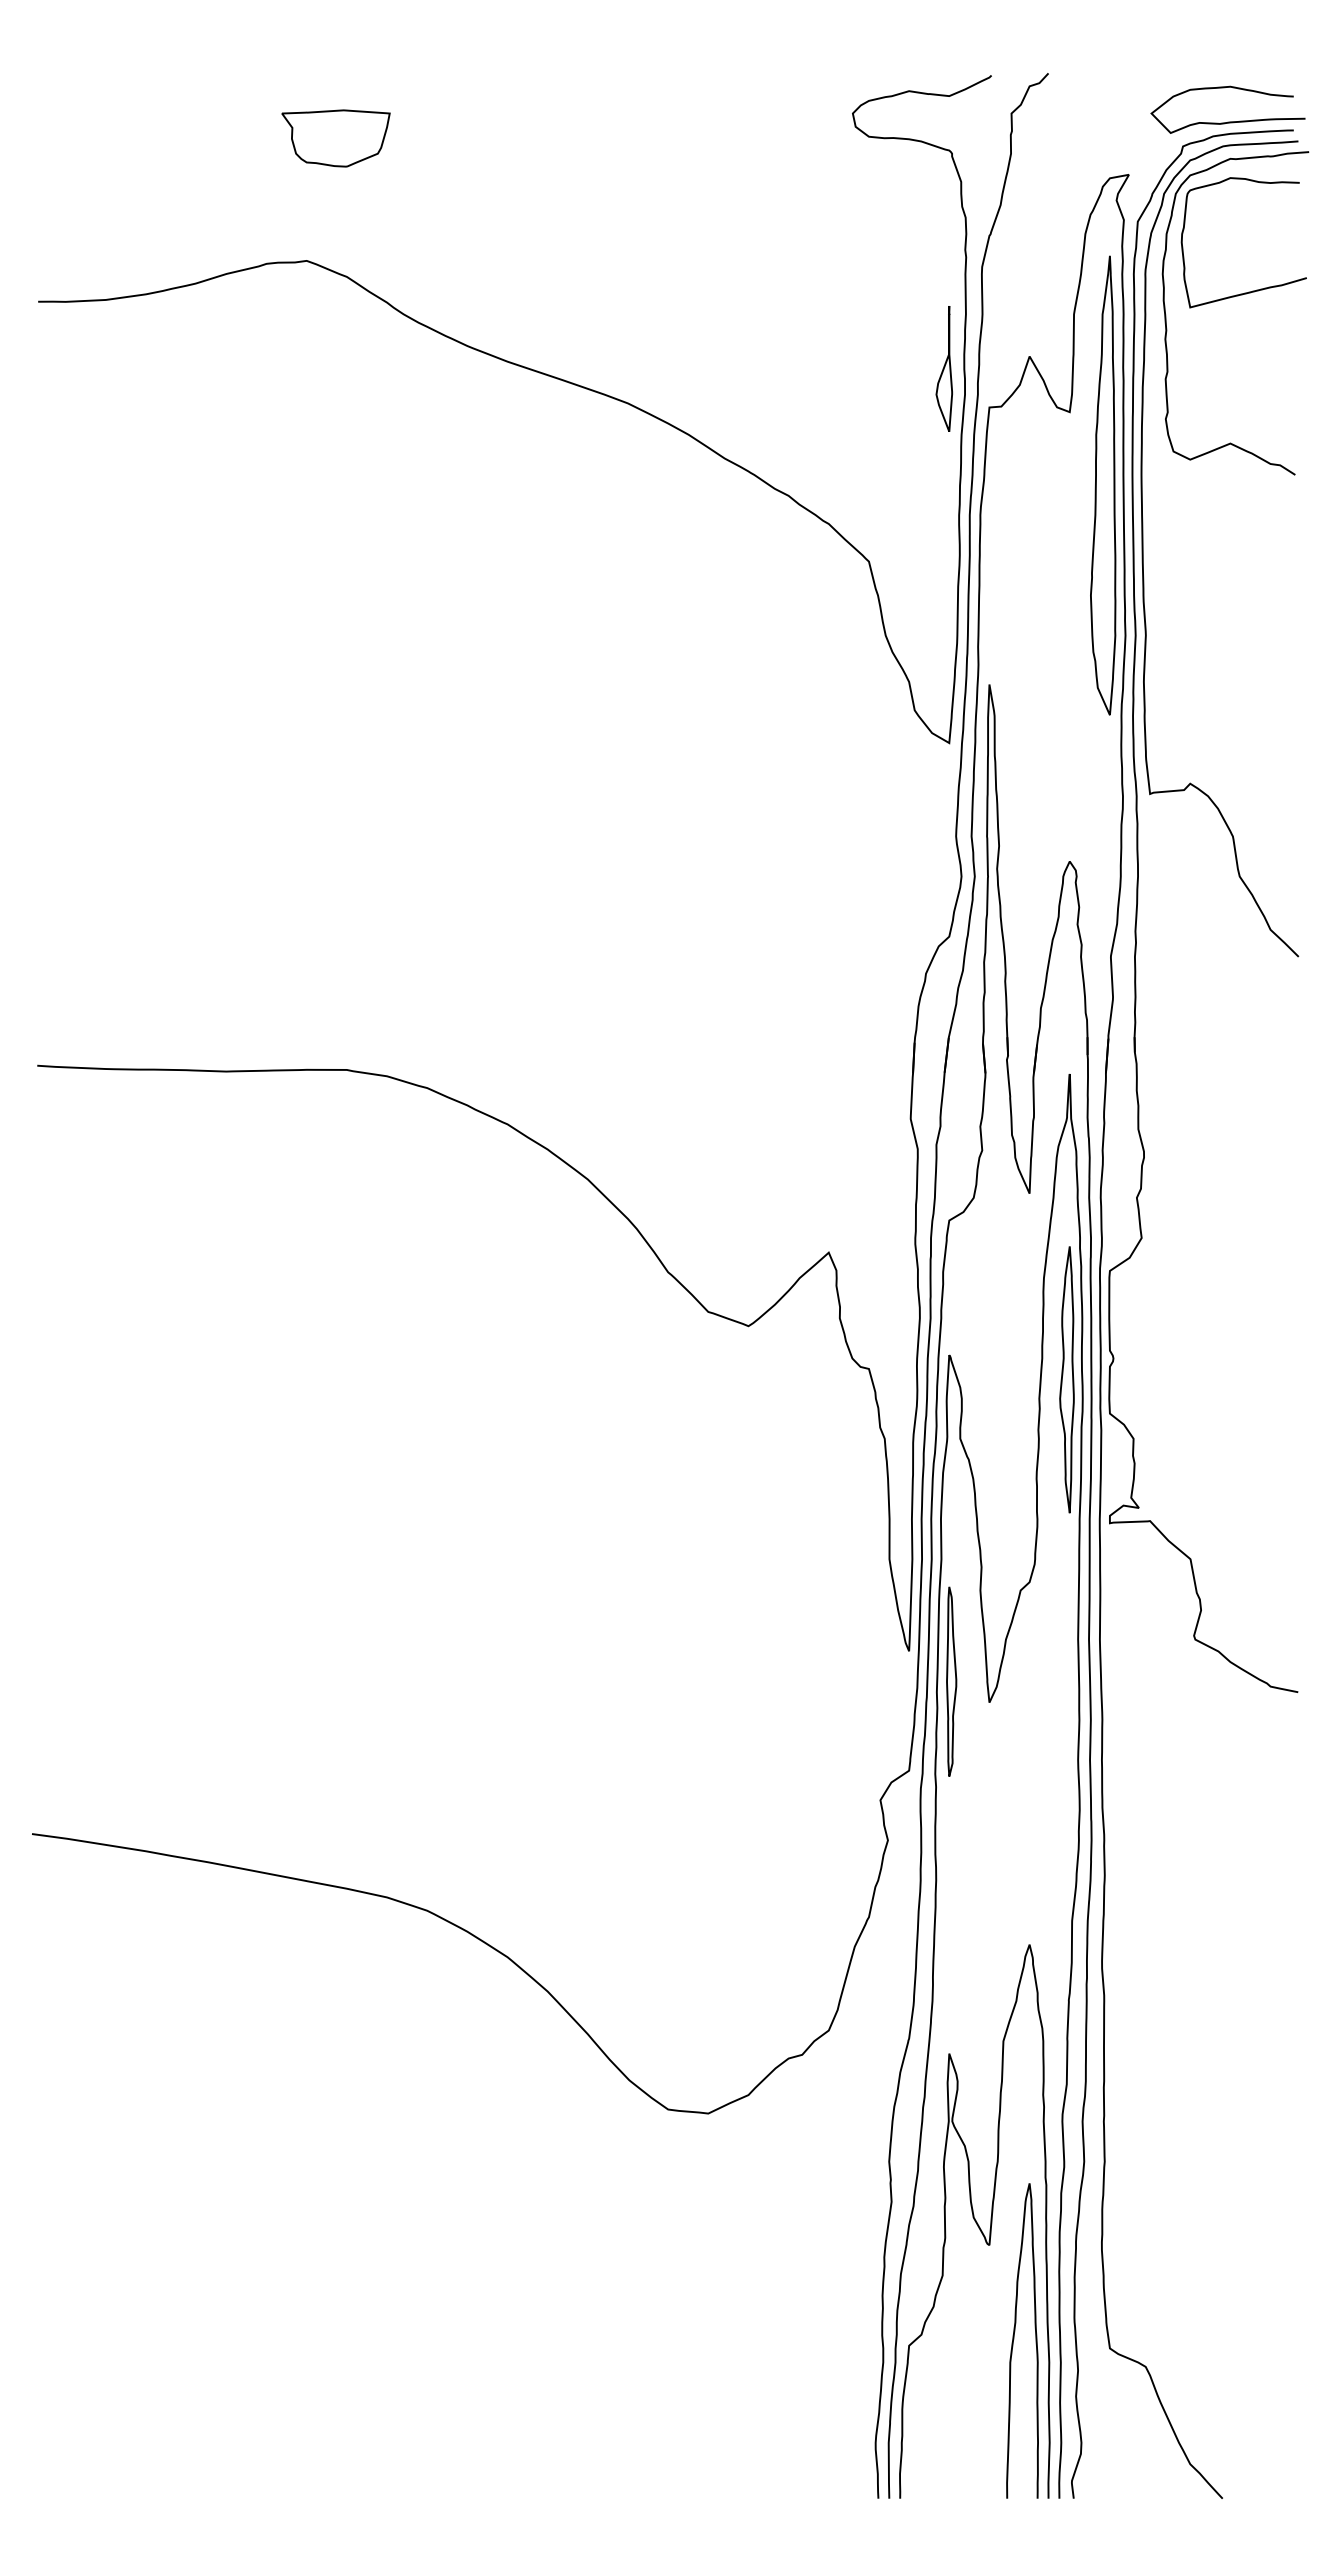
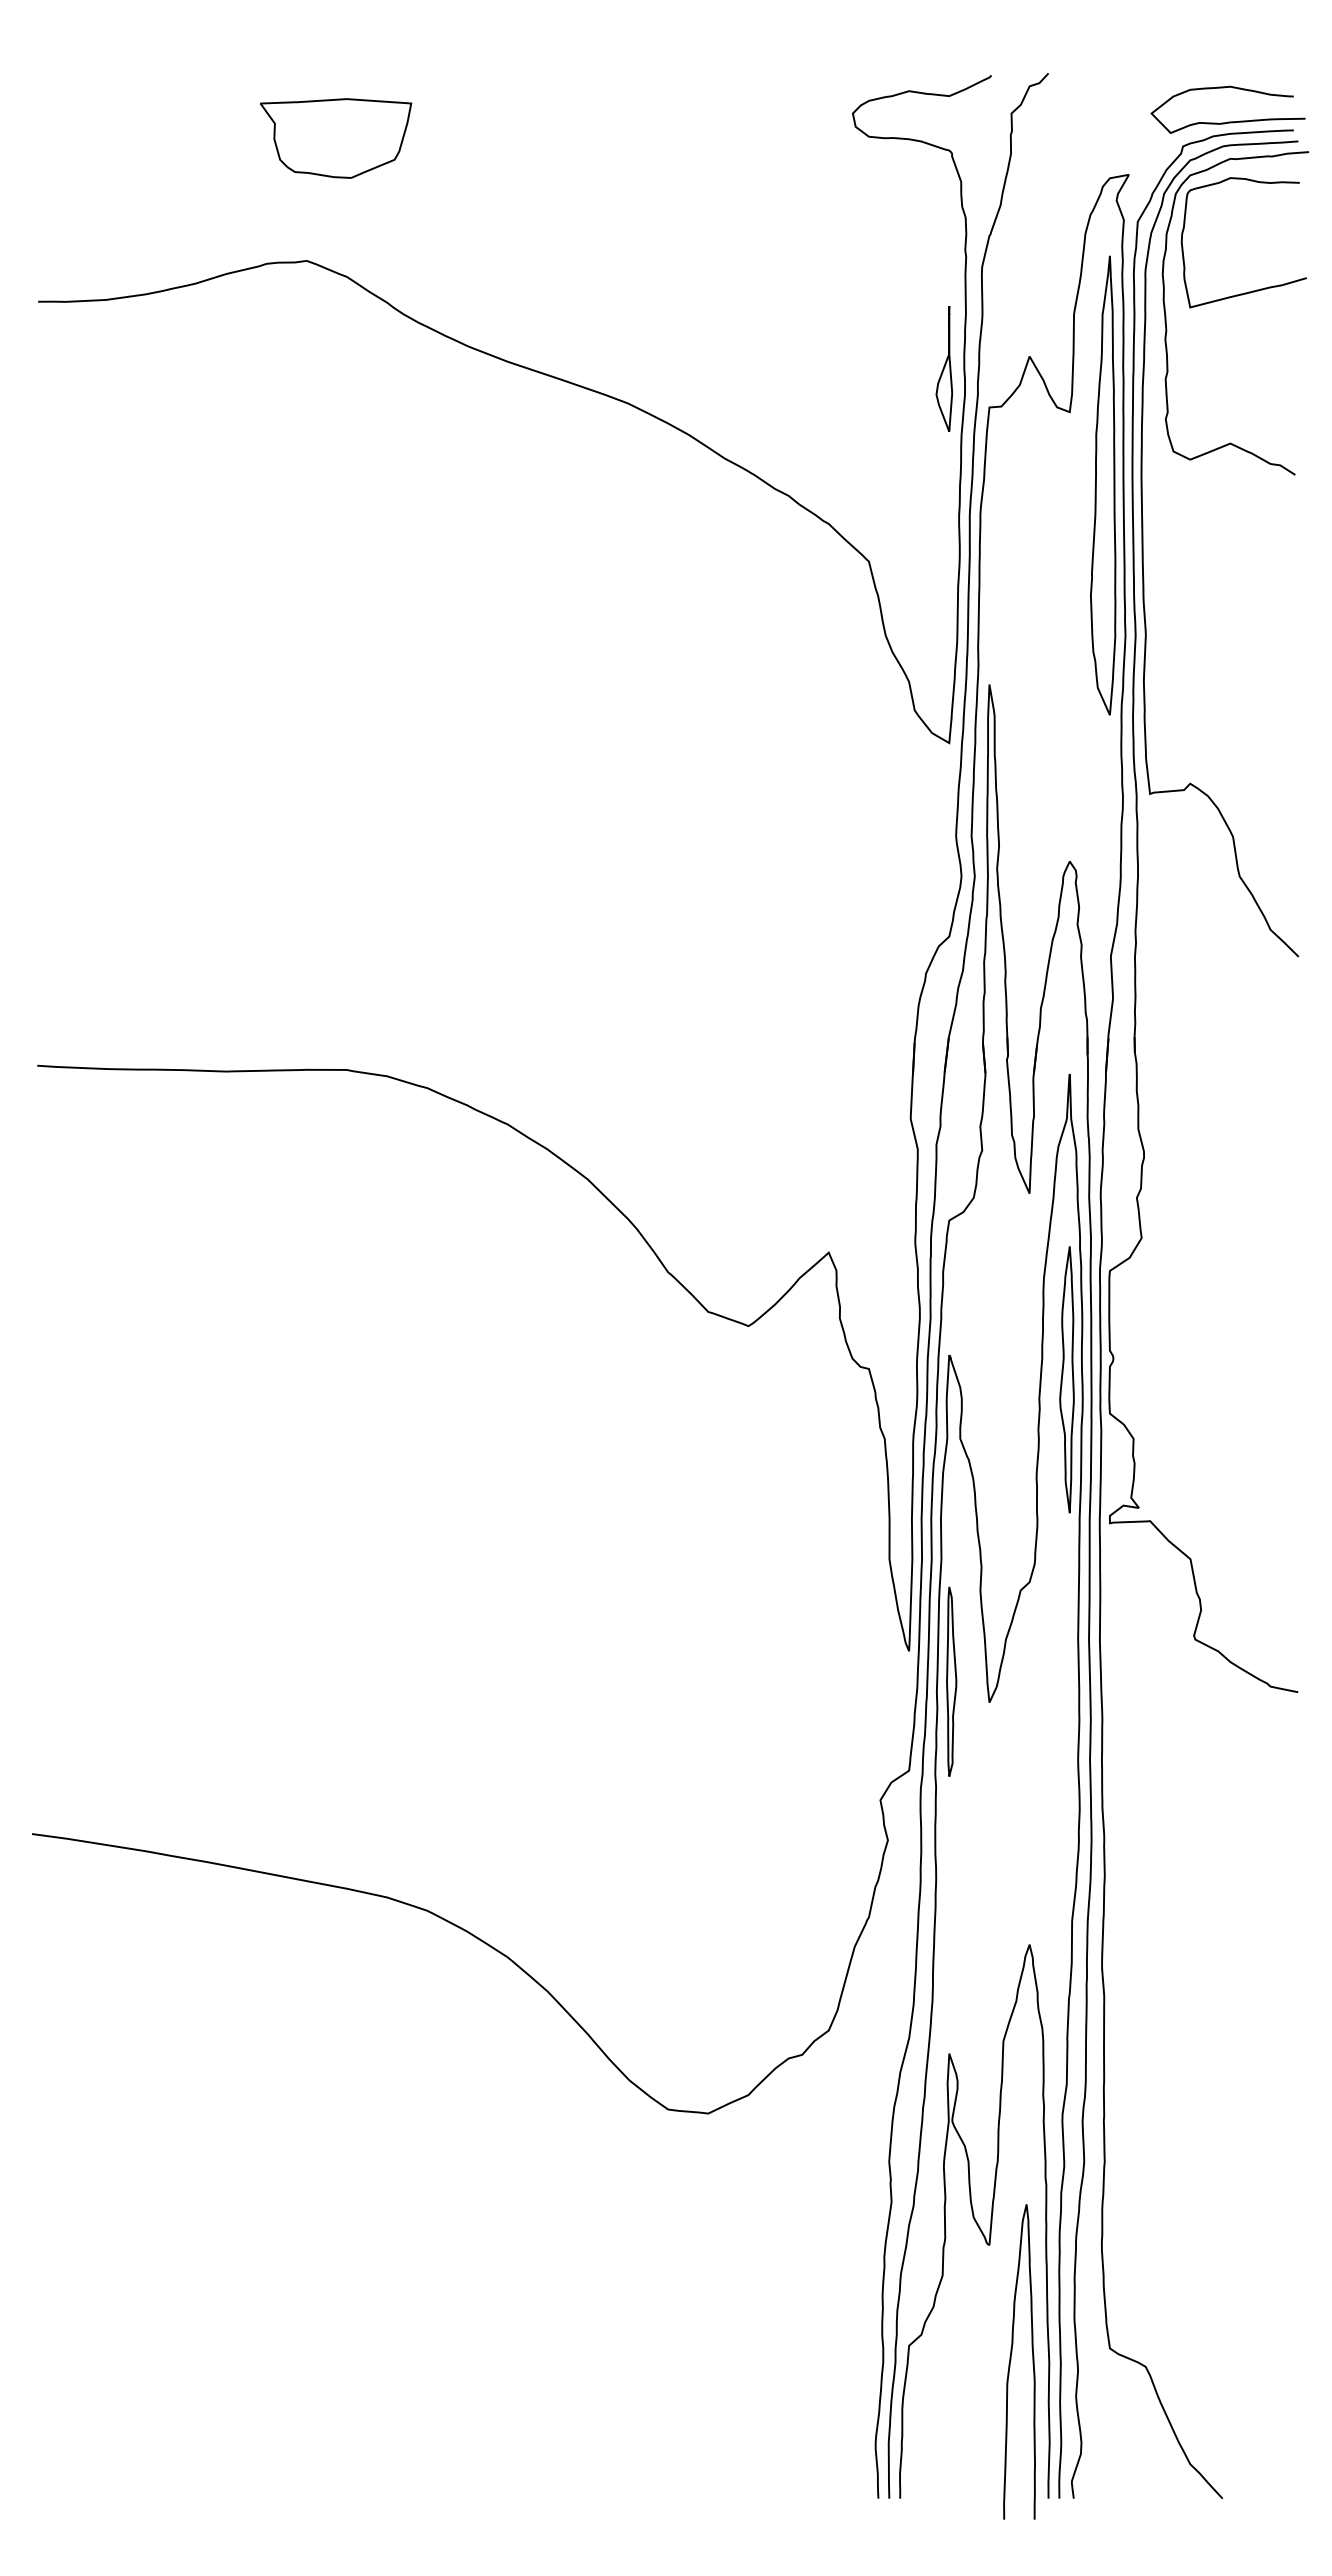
part at (335, 138) size: 110x59 px -> 153x81 px
curve at (1014, 2339) position: (1014, 2339) -> (1011, 2360)
